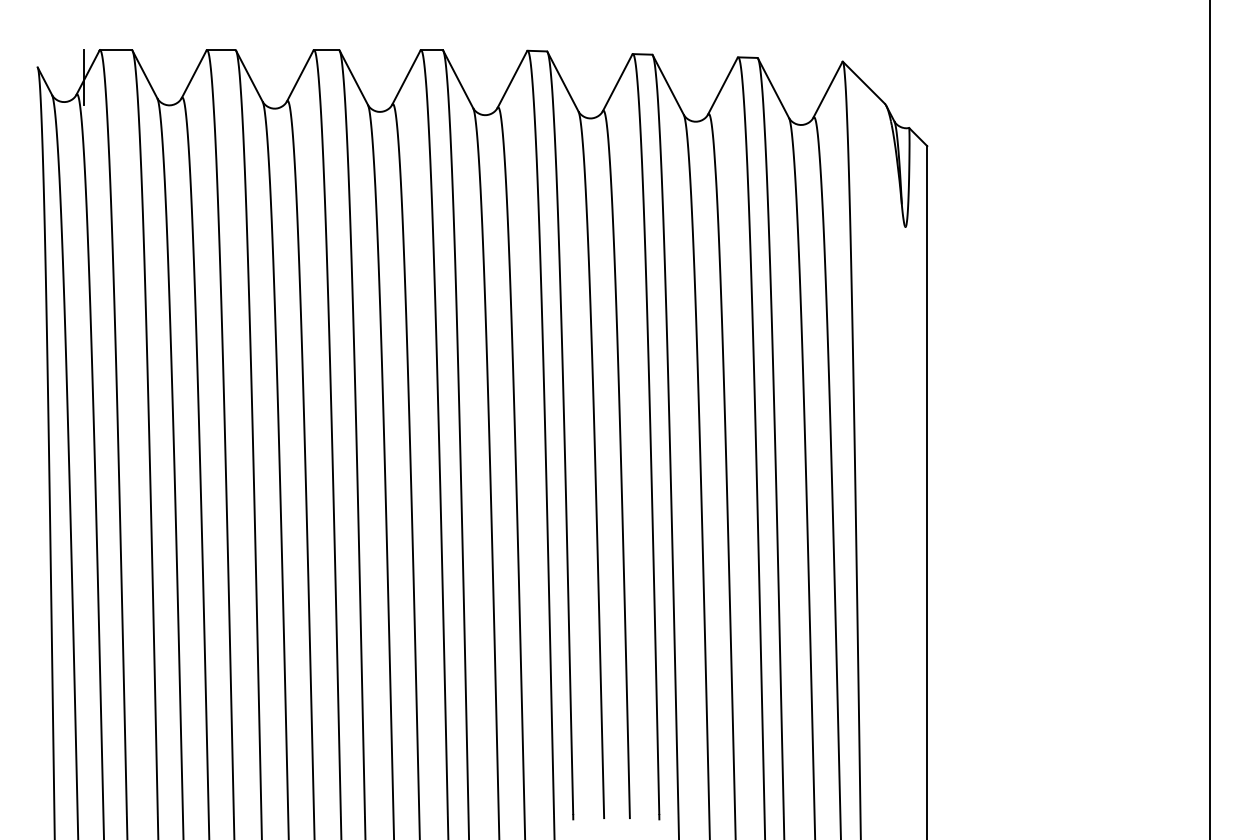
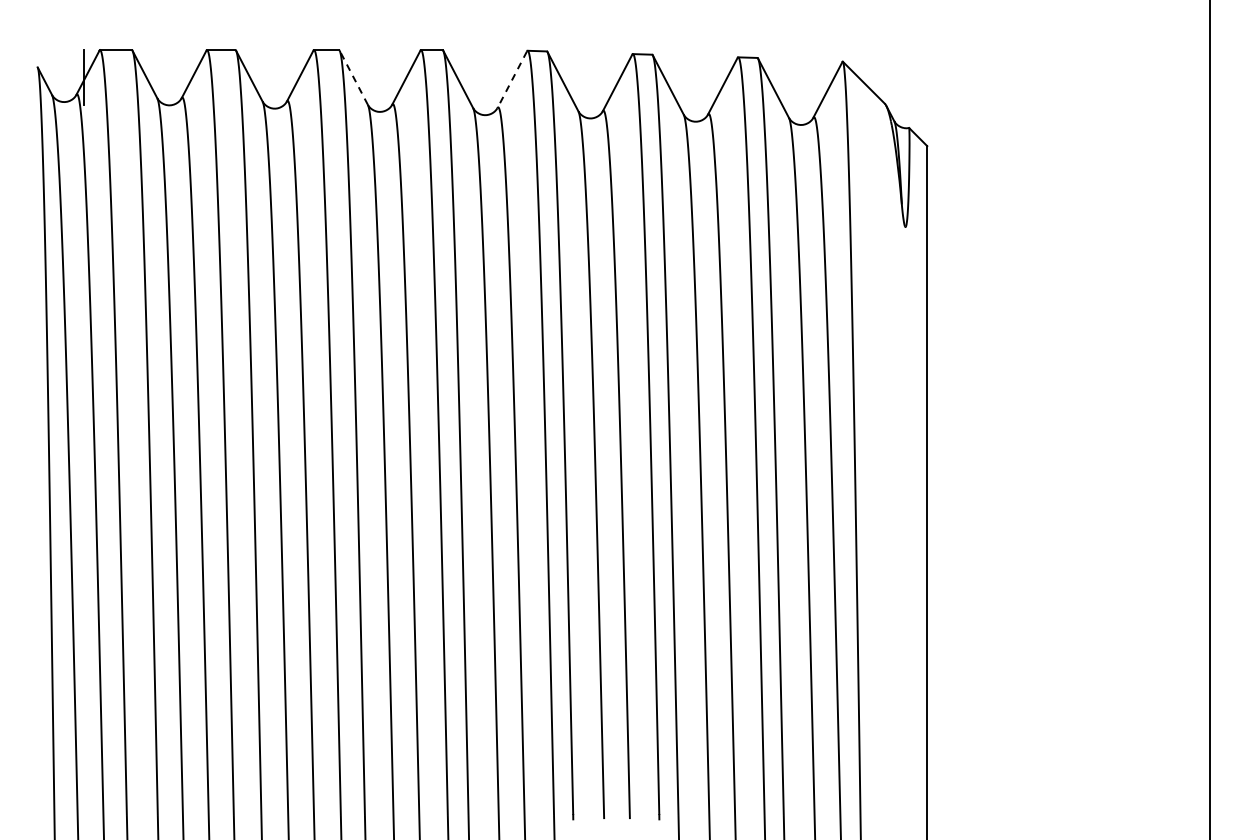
line at (353, 77): solid -> dashed
line at (512, 79): solid -> dashed
